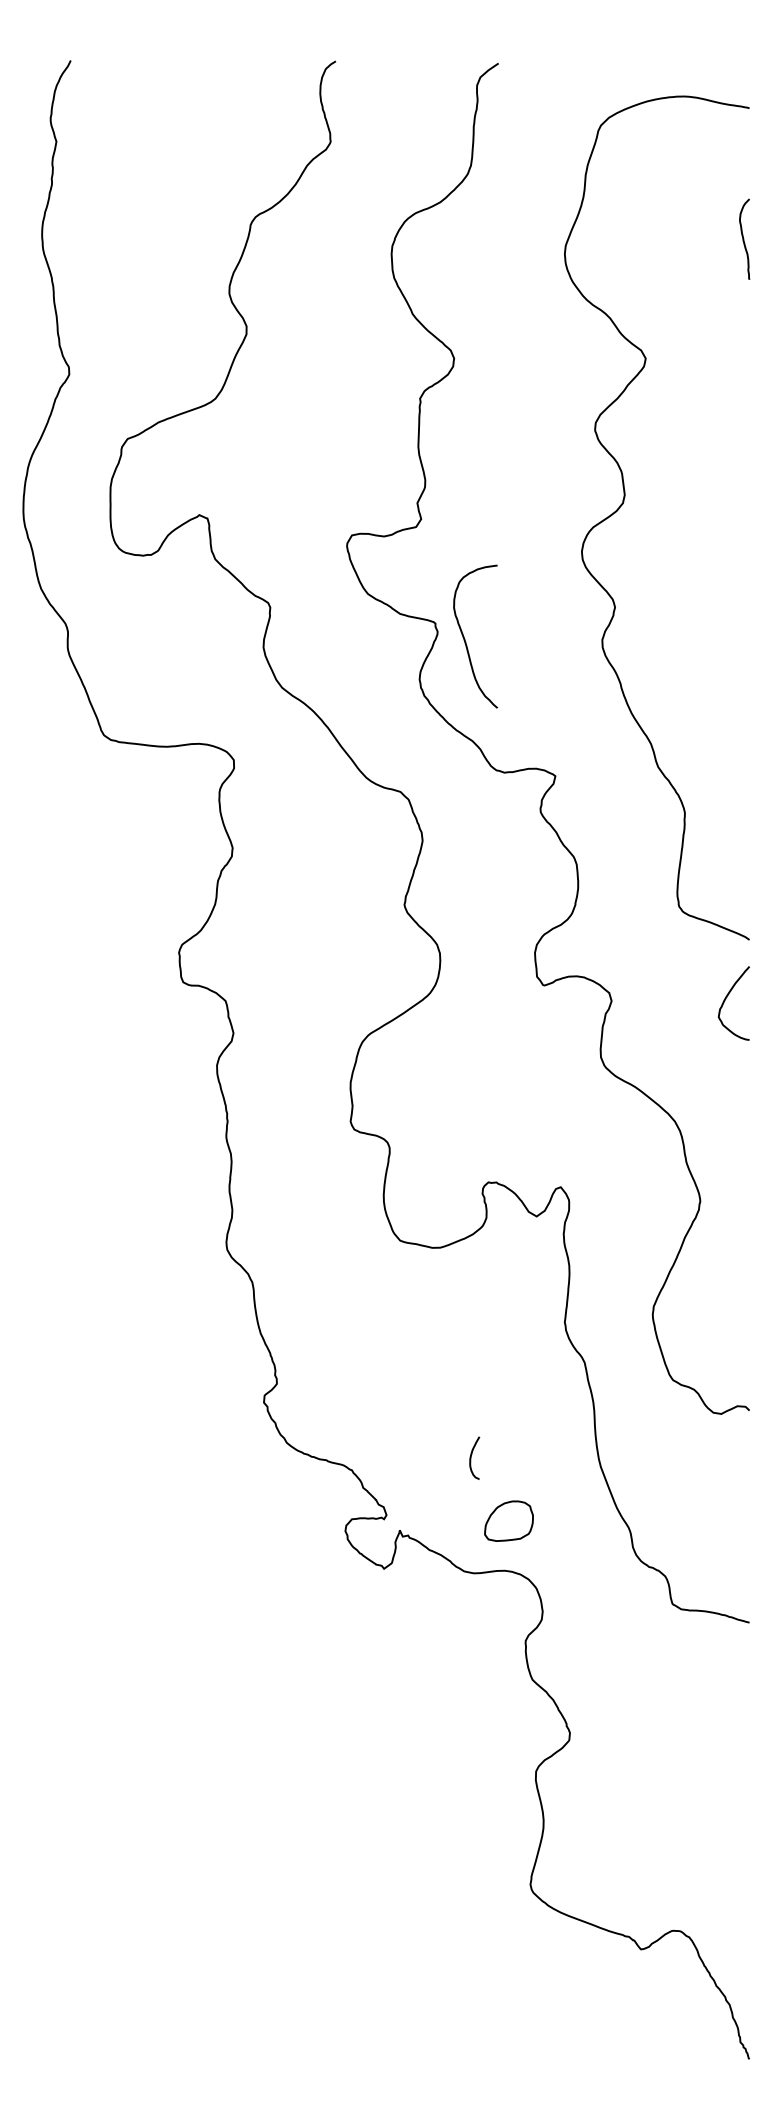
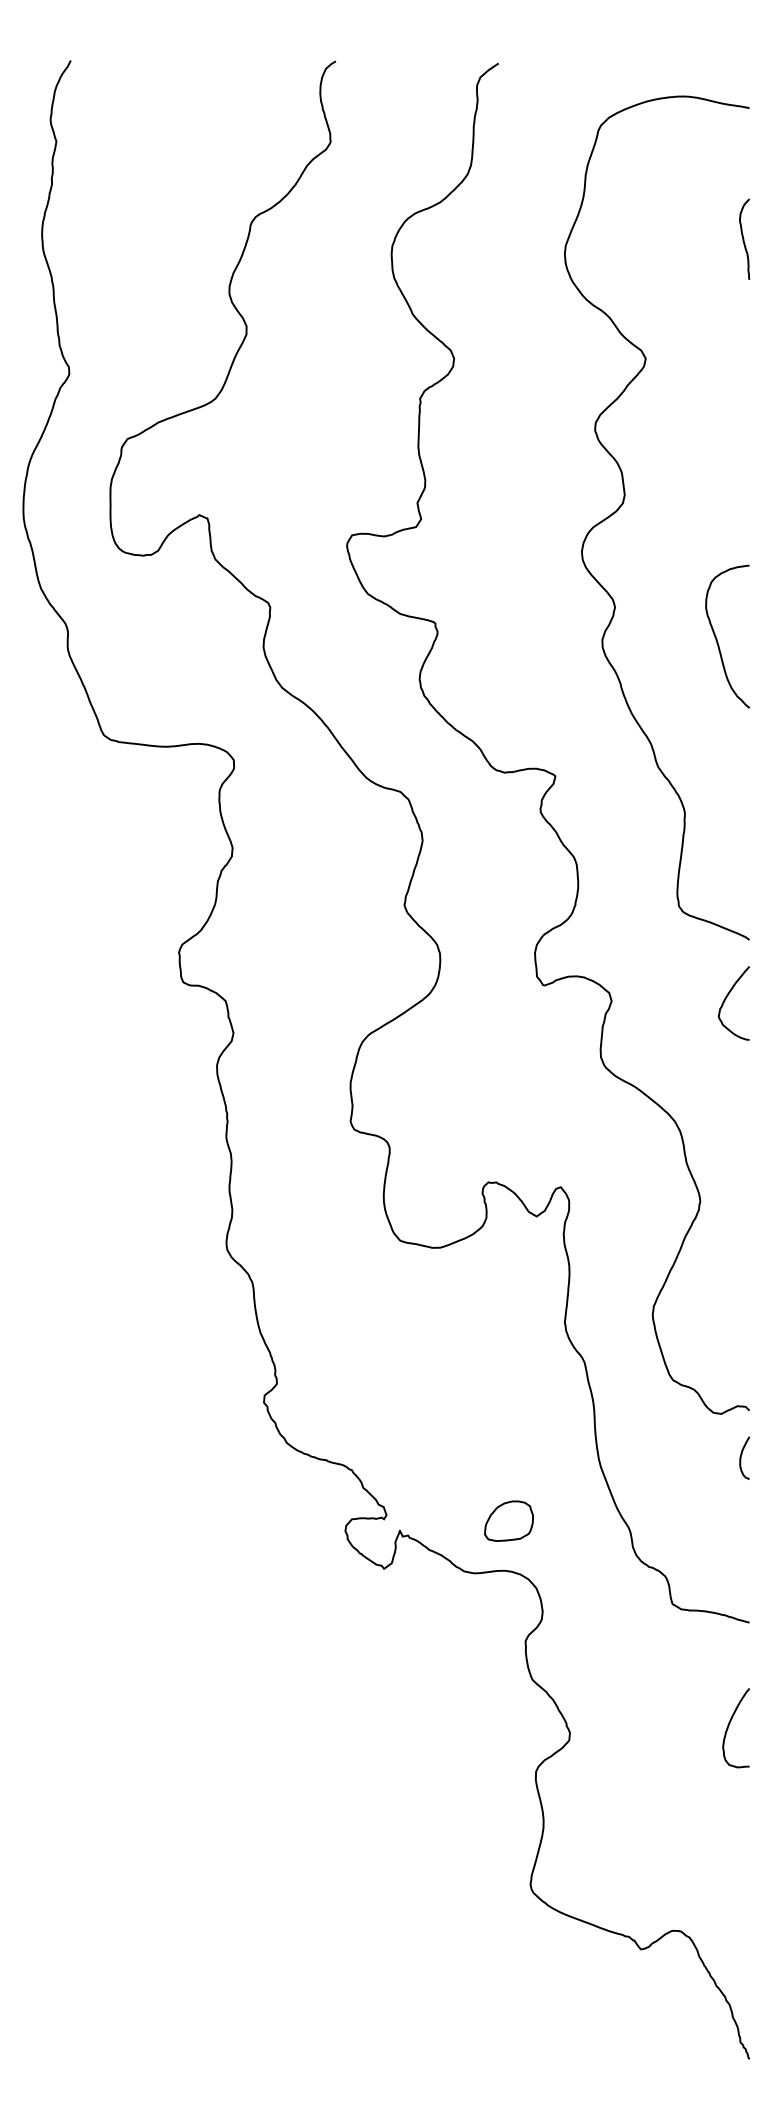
curve at (465, 639) position: (465, 639) -> (717, 639)
curve at (471, 1457) position: (471, 1457) -> (741, 1457)
curve at (729, 1726): none -> present
